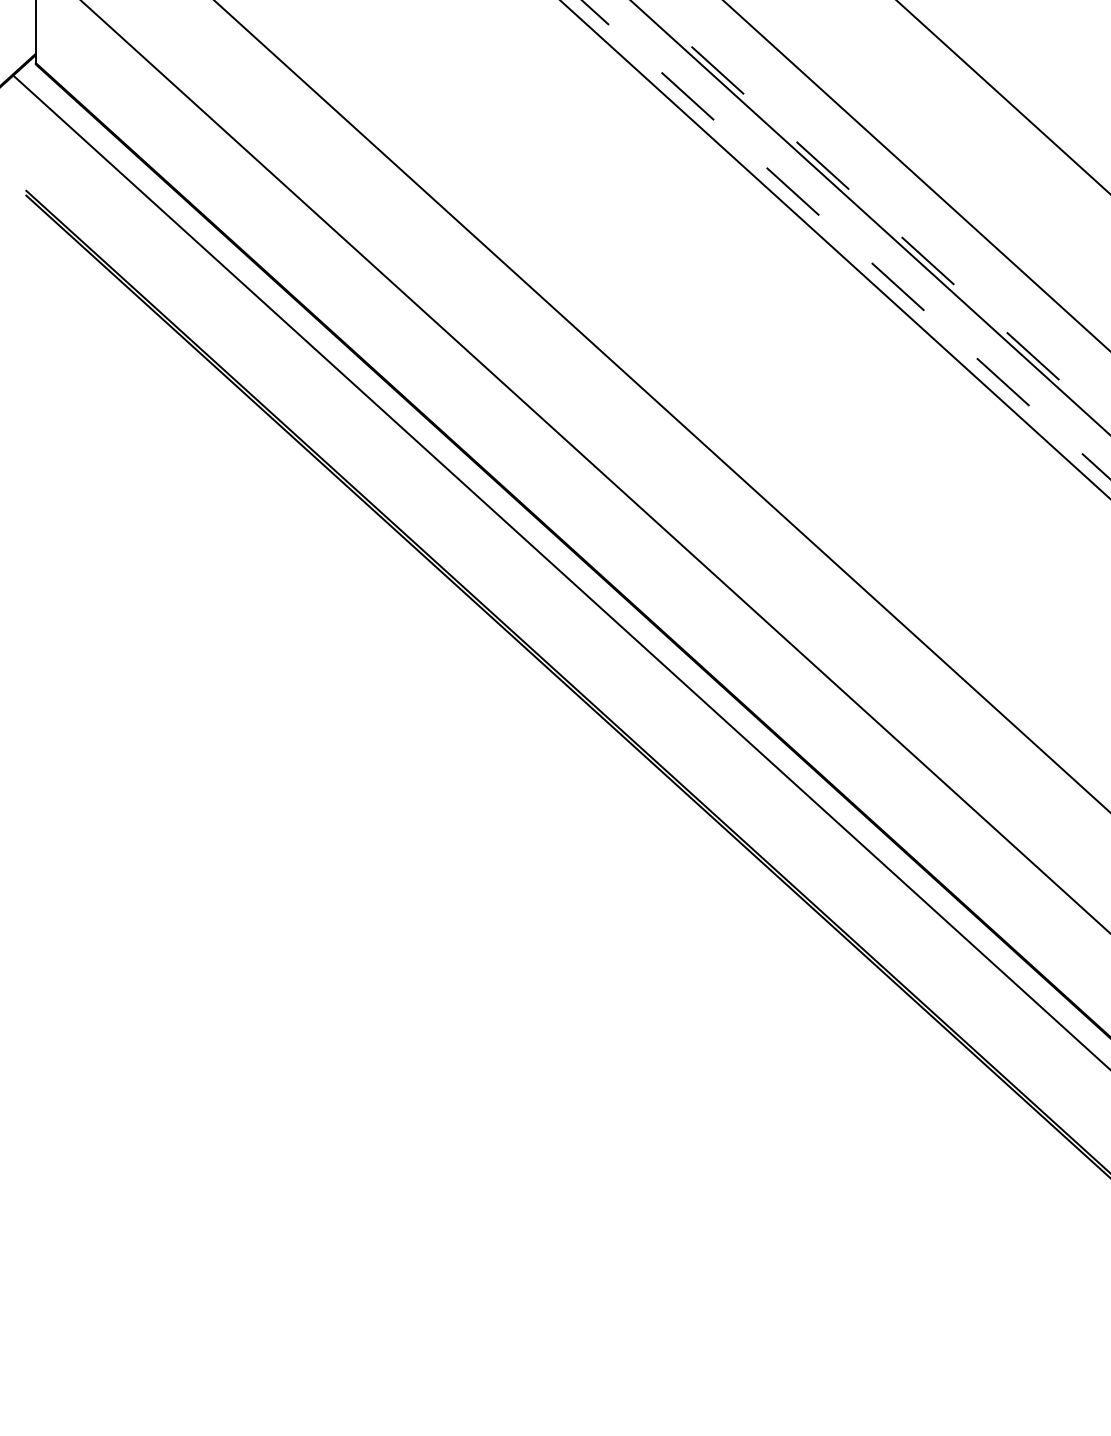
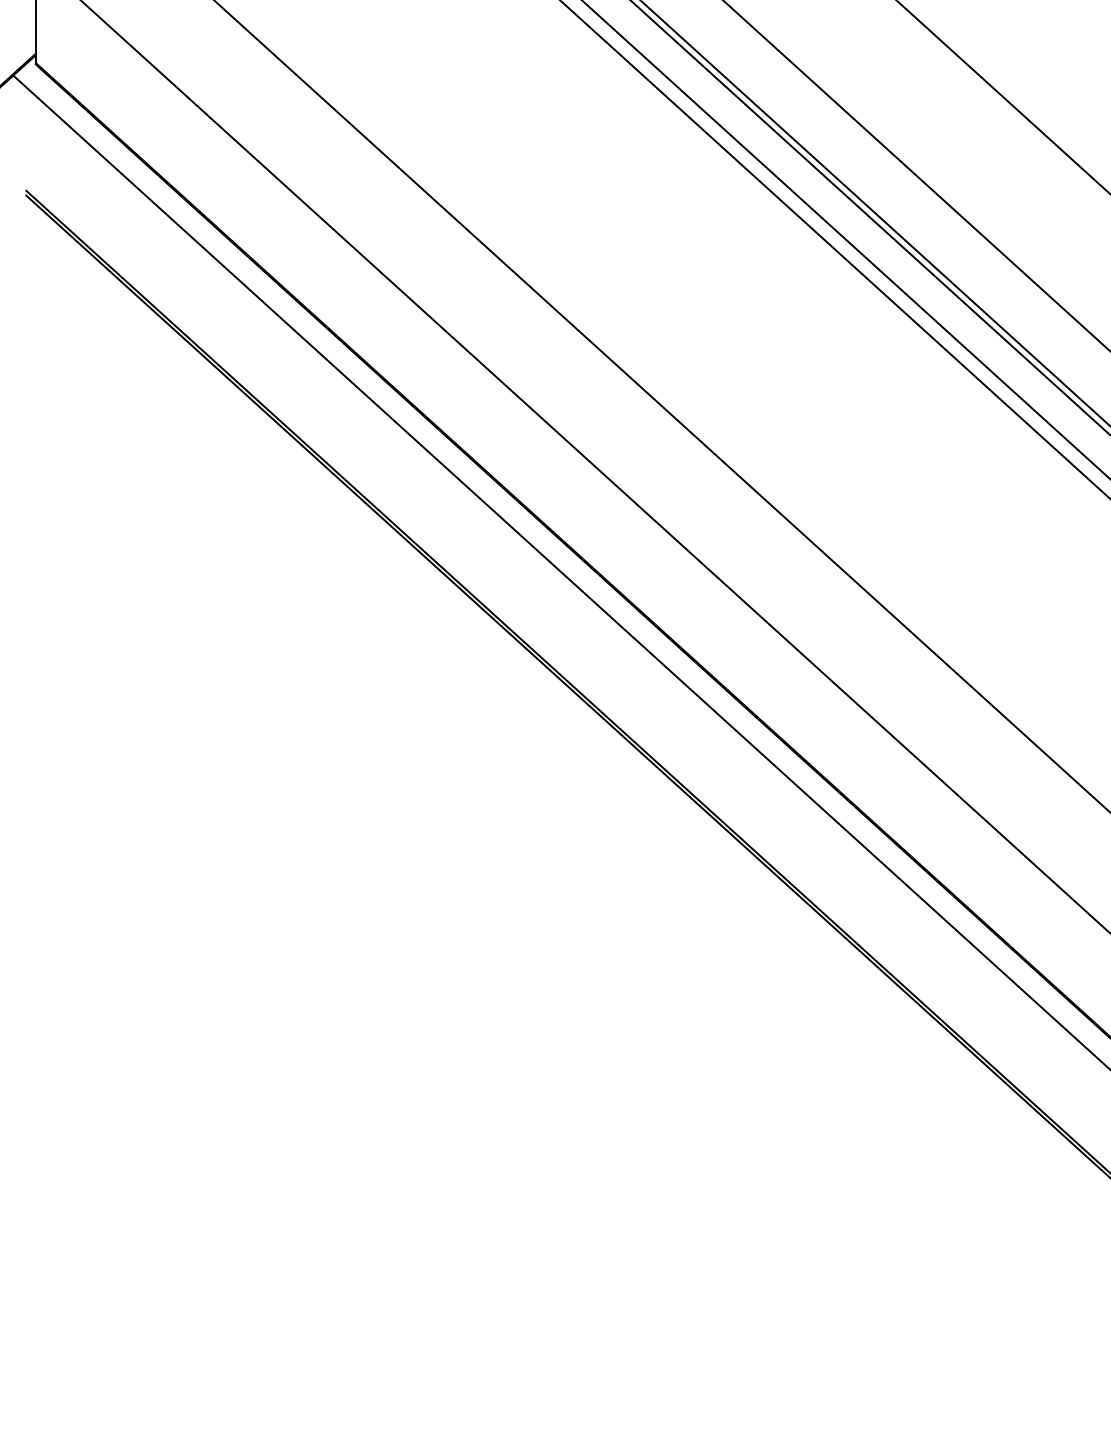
line at (875, 213): dashed -> solid
line at (846, 240): dashed -> solid
